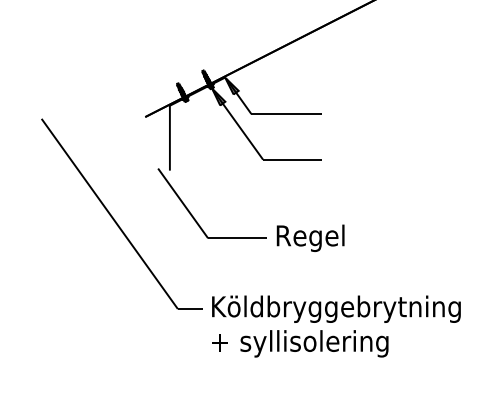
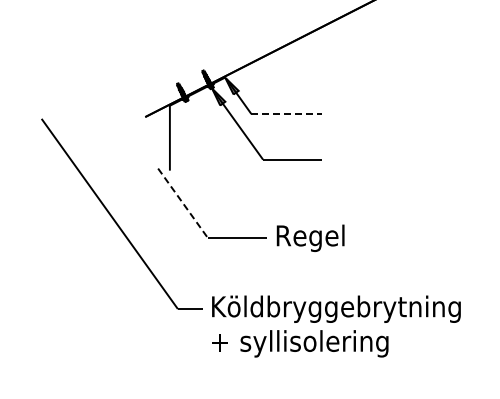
line at (287, 113): solid -> dashed
line at (183, 203): solid -> dashed
